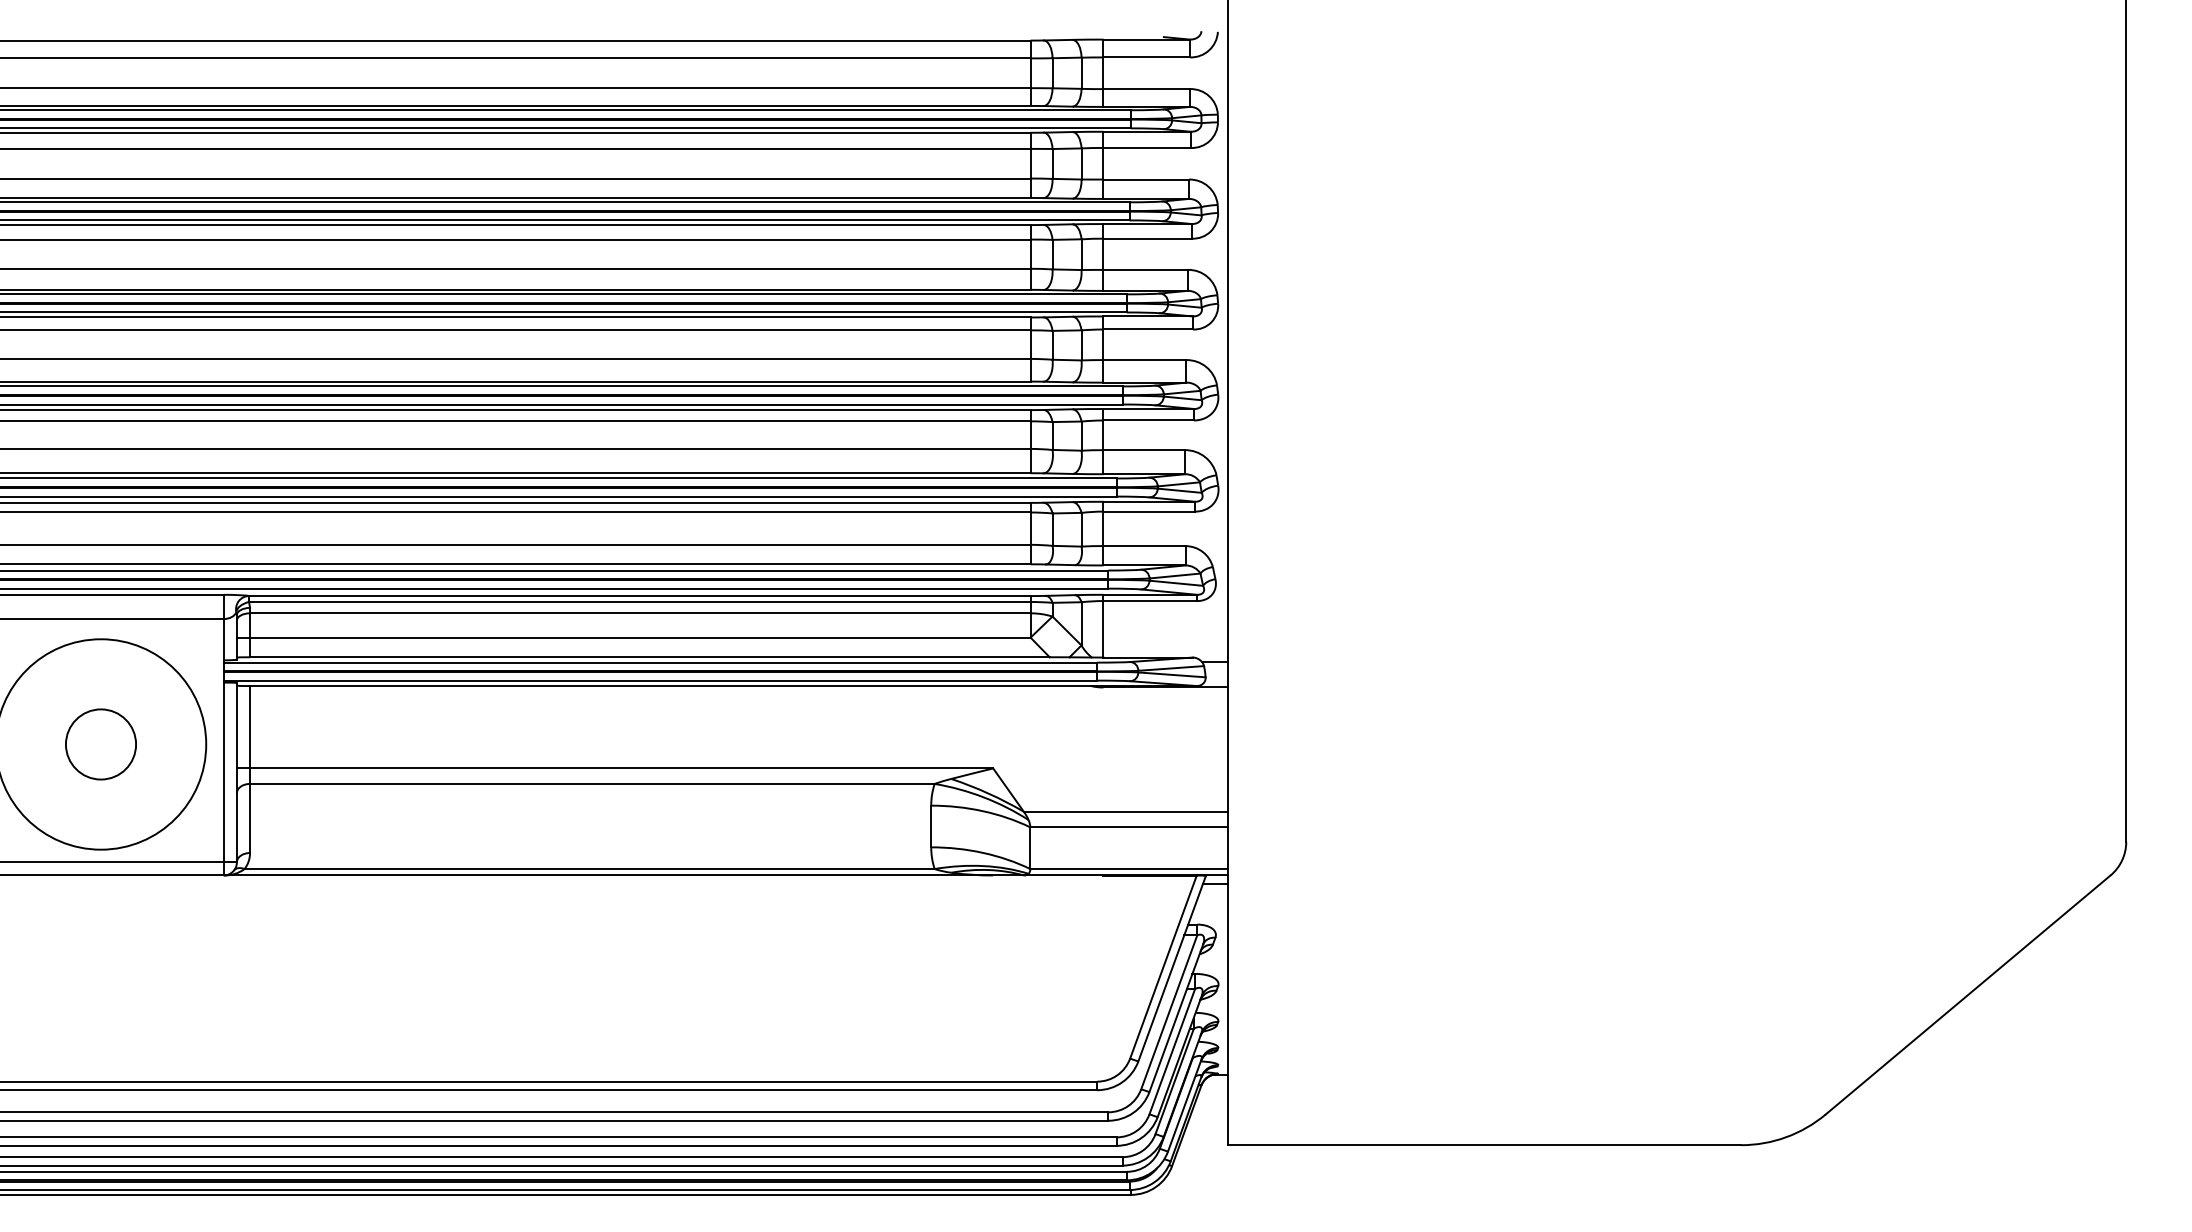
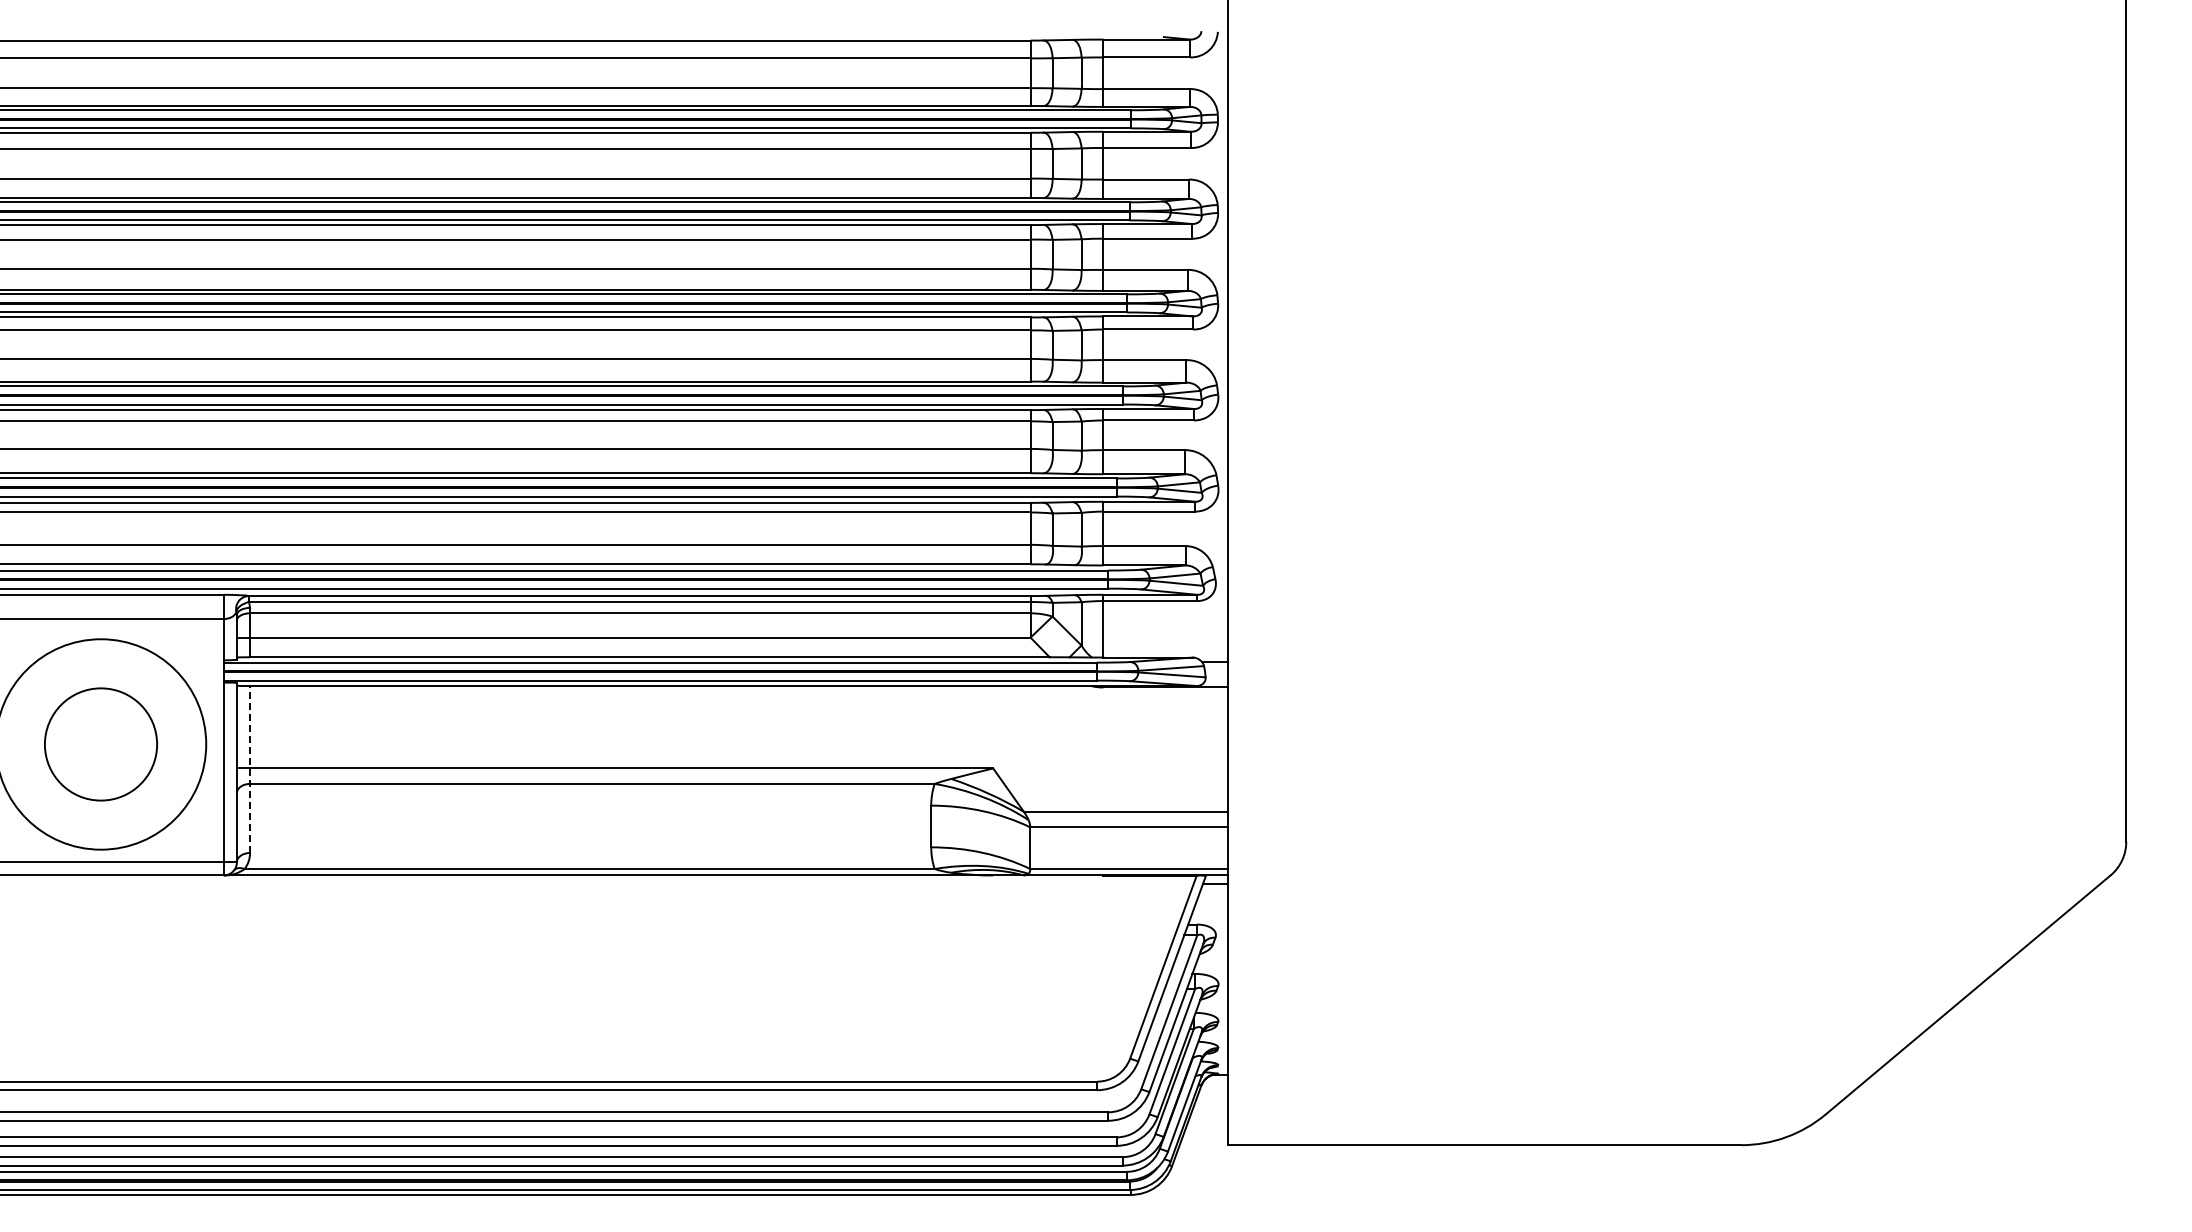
circle at (100, 744) diameter: 70 px -> 112 px
line at (250, 769): solid -> dashed
